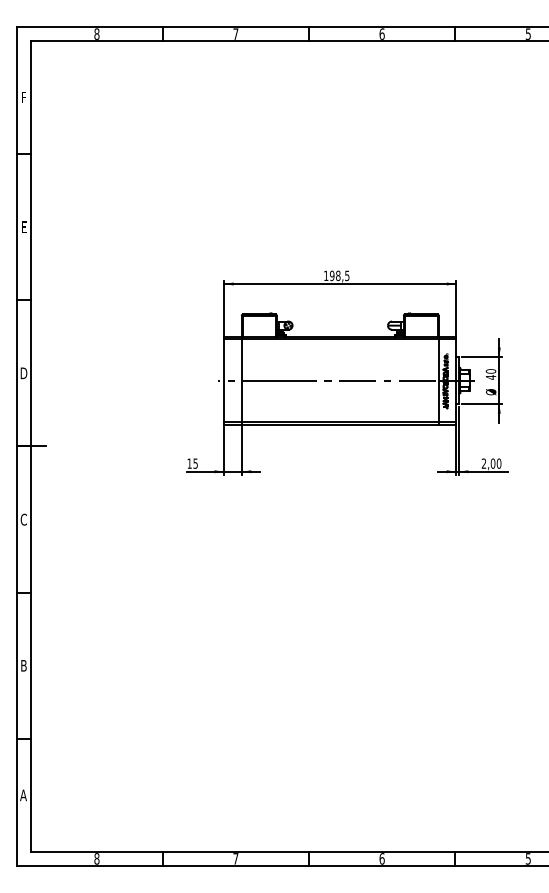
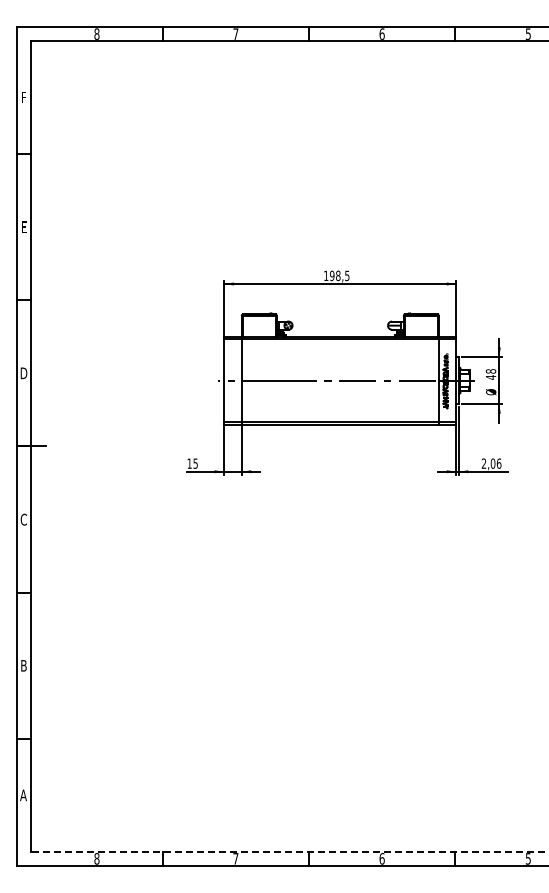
text at (490, 371): 40 -> 48
text at (499, 463): 2,00 -> 2,06
line at (289, 851): solid -> dashed
